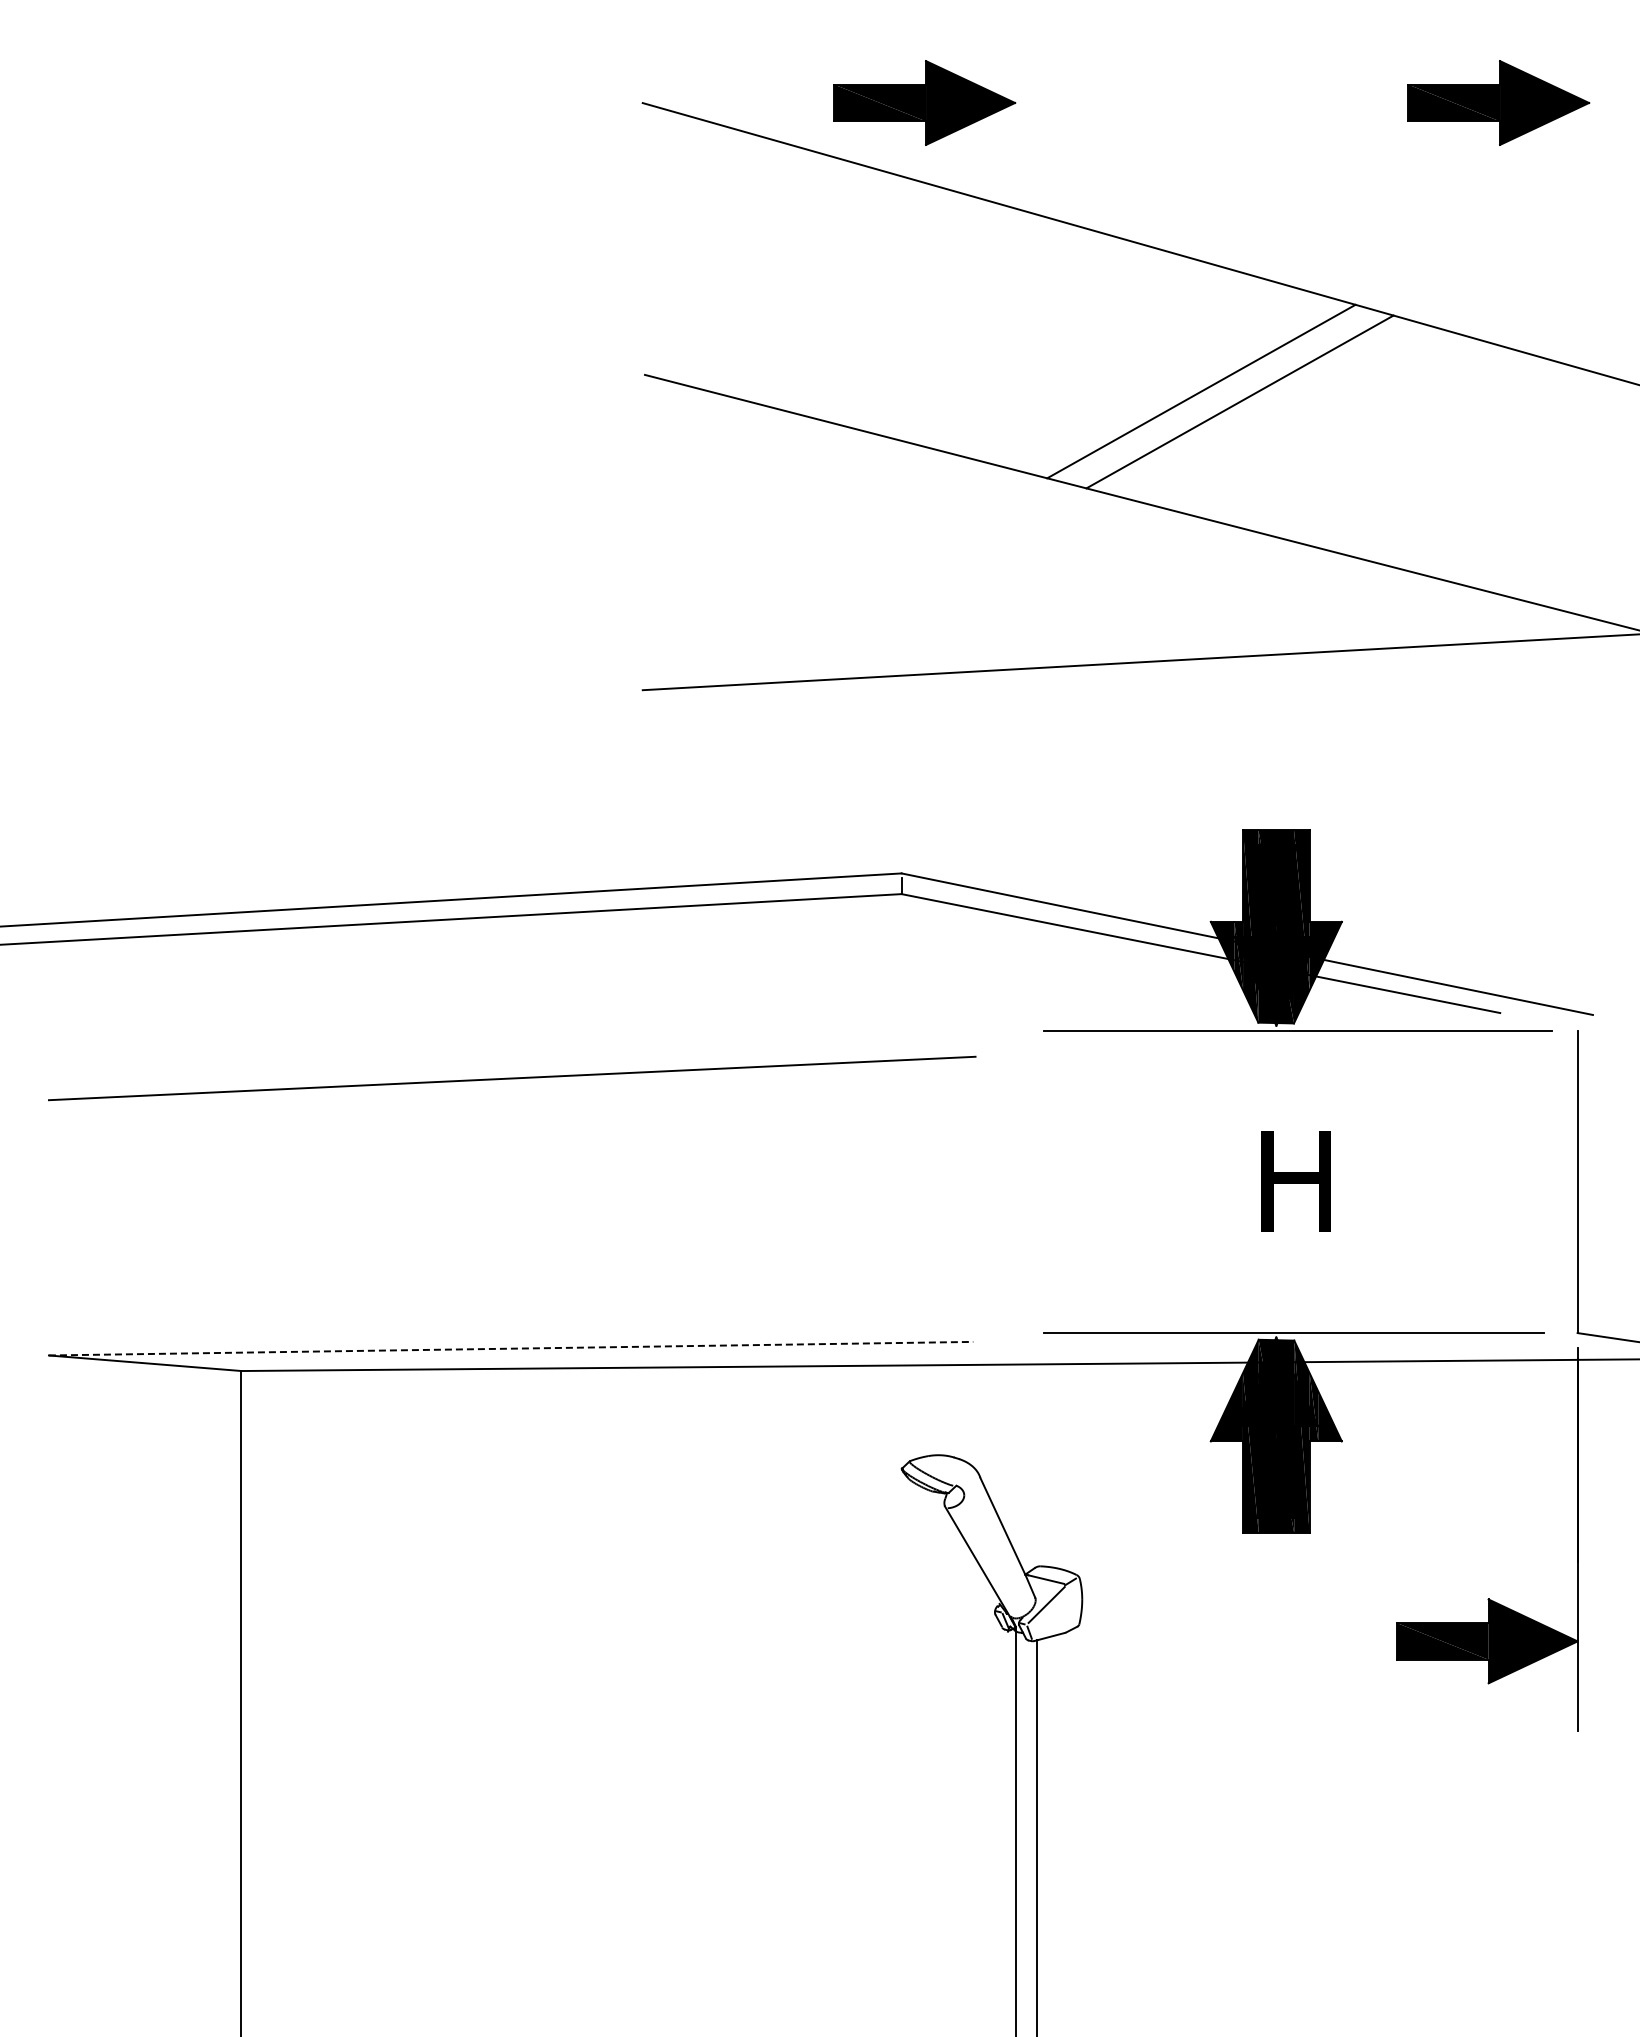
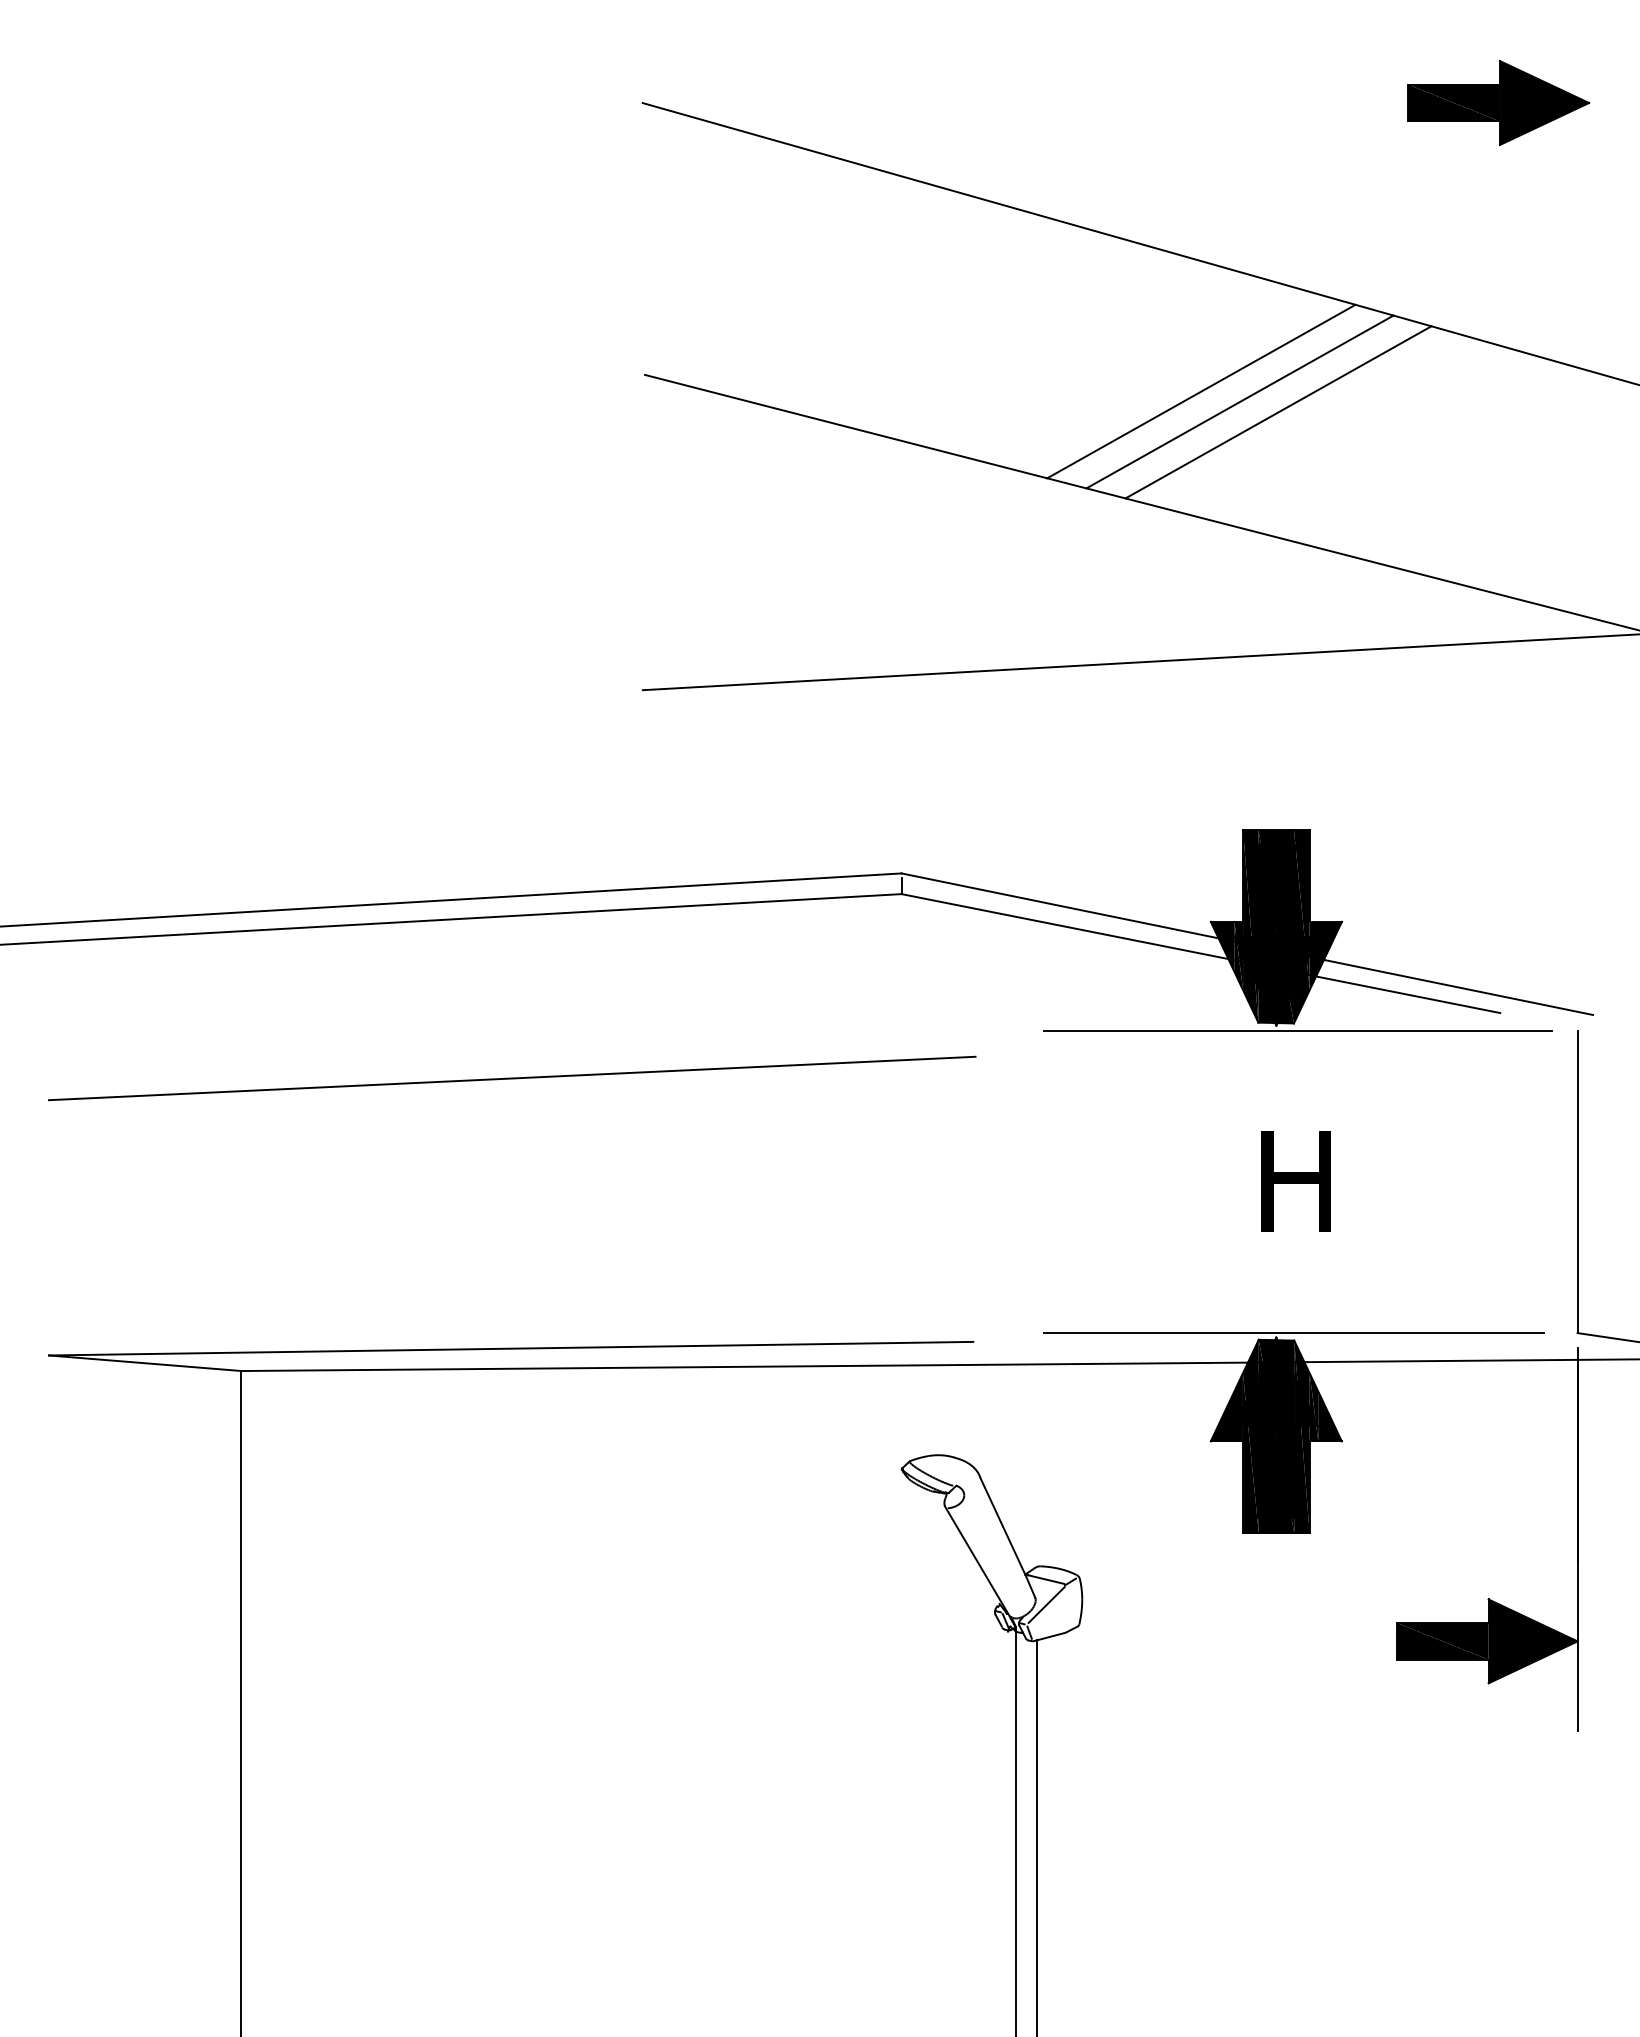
part at (924, 102): present -> none
line at (1278, 412): none -> present
line at (511, 1348): dashed -> solid
